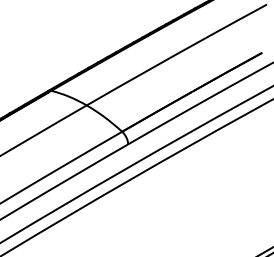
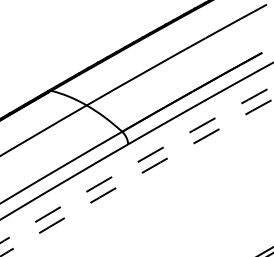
arc at (135, 163): solid -> dashed
arc at (135, 177): solid -> dashed
